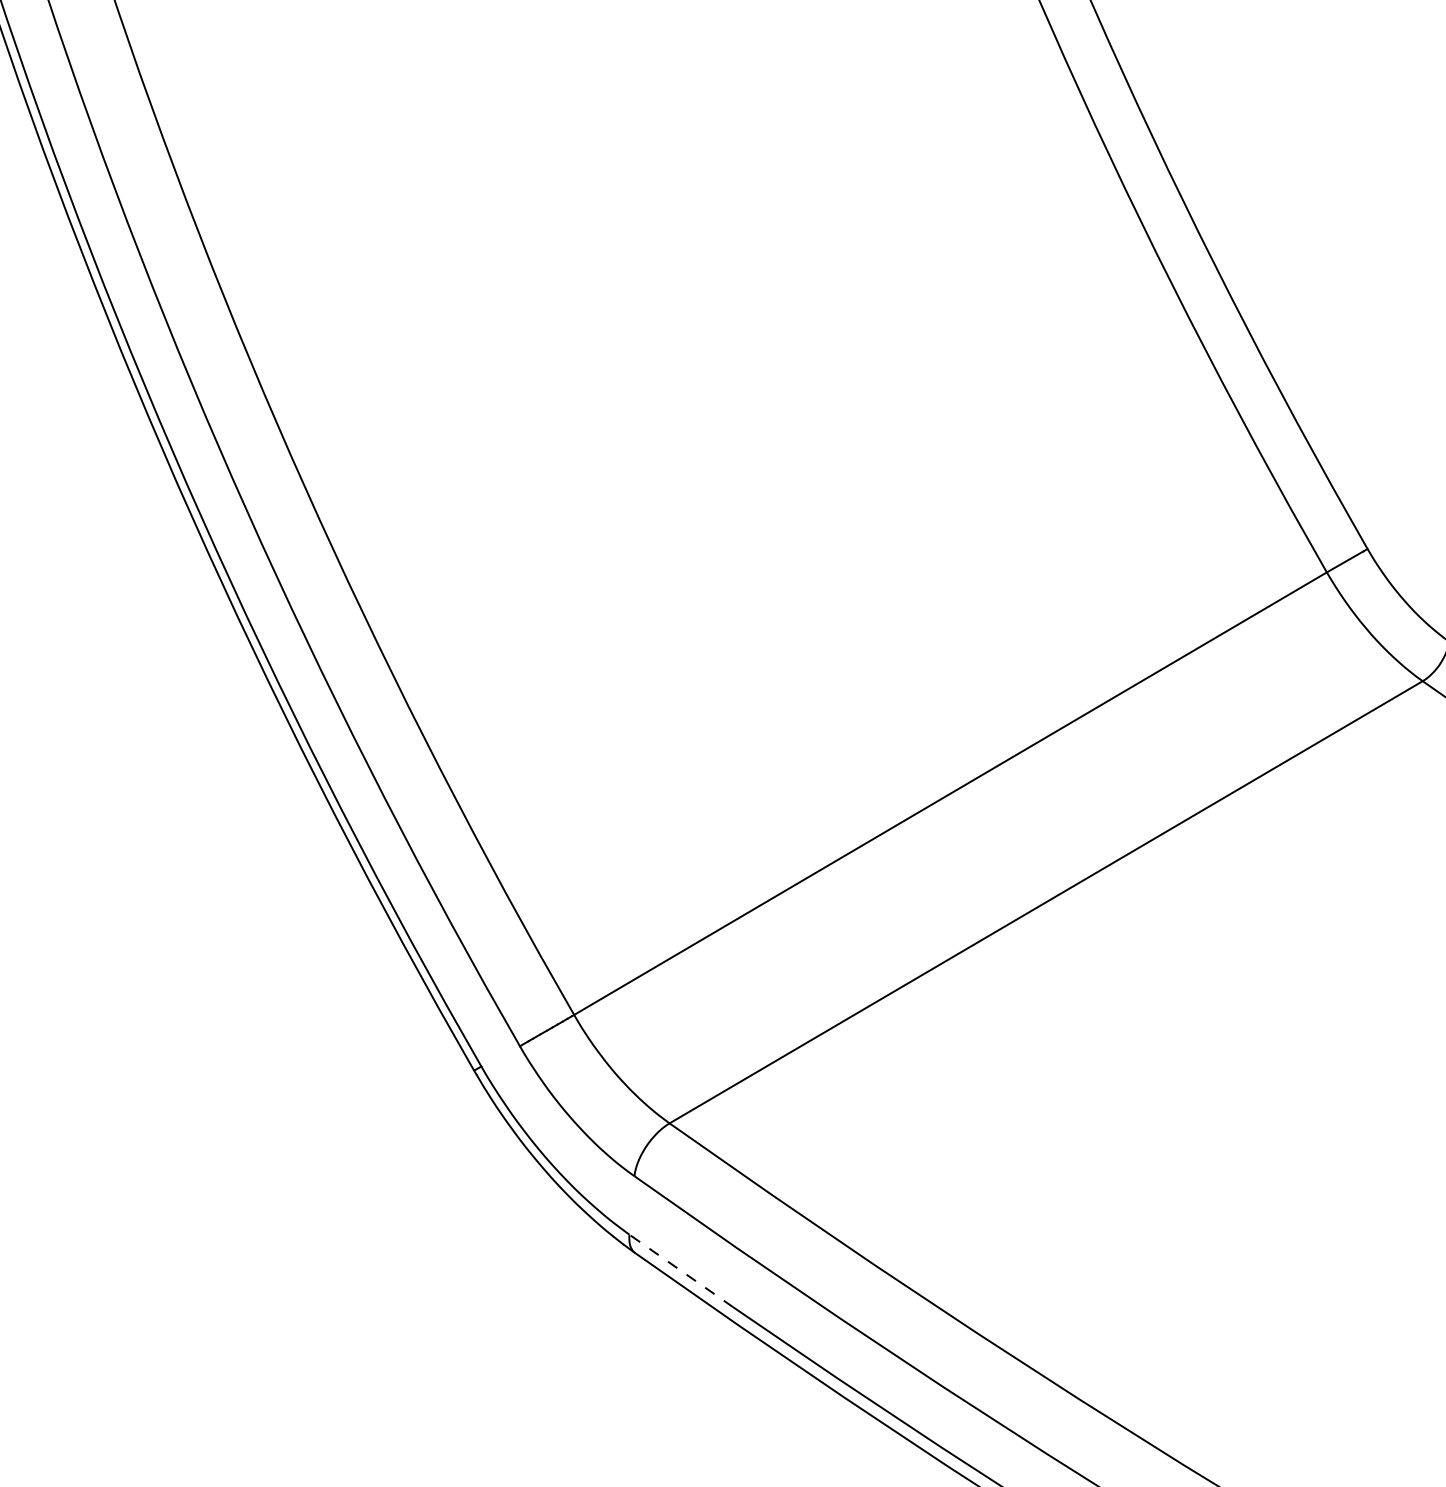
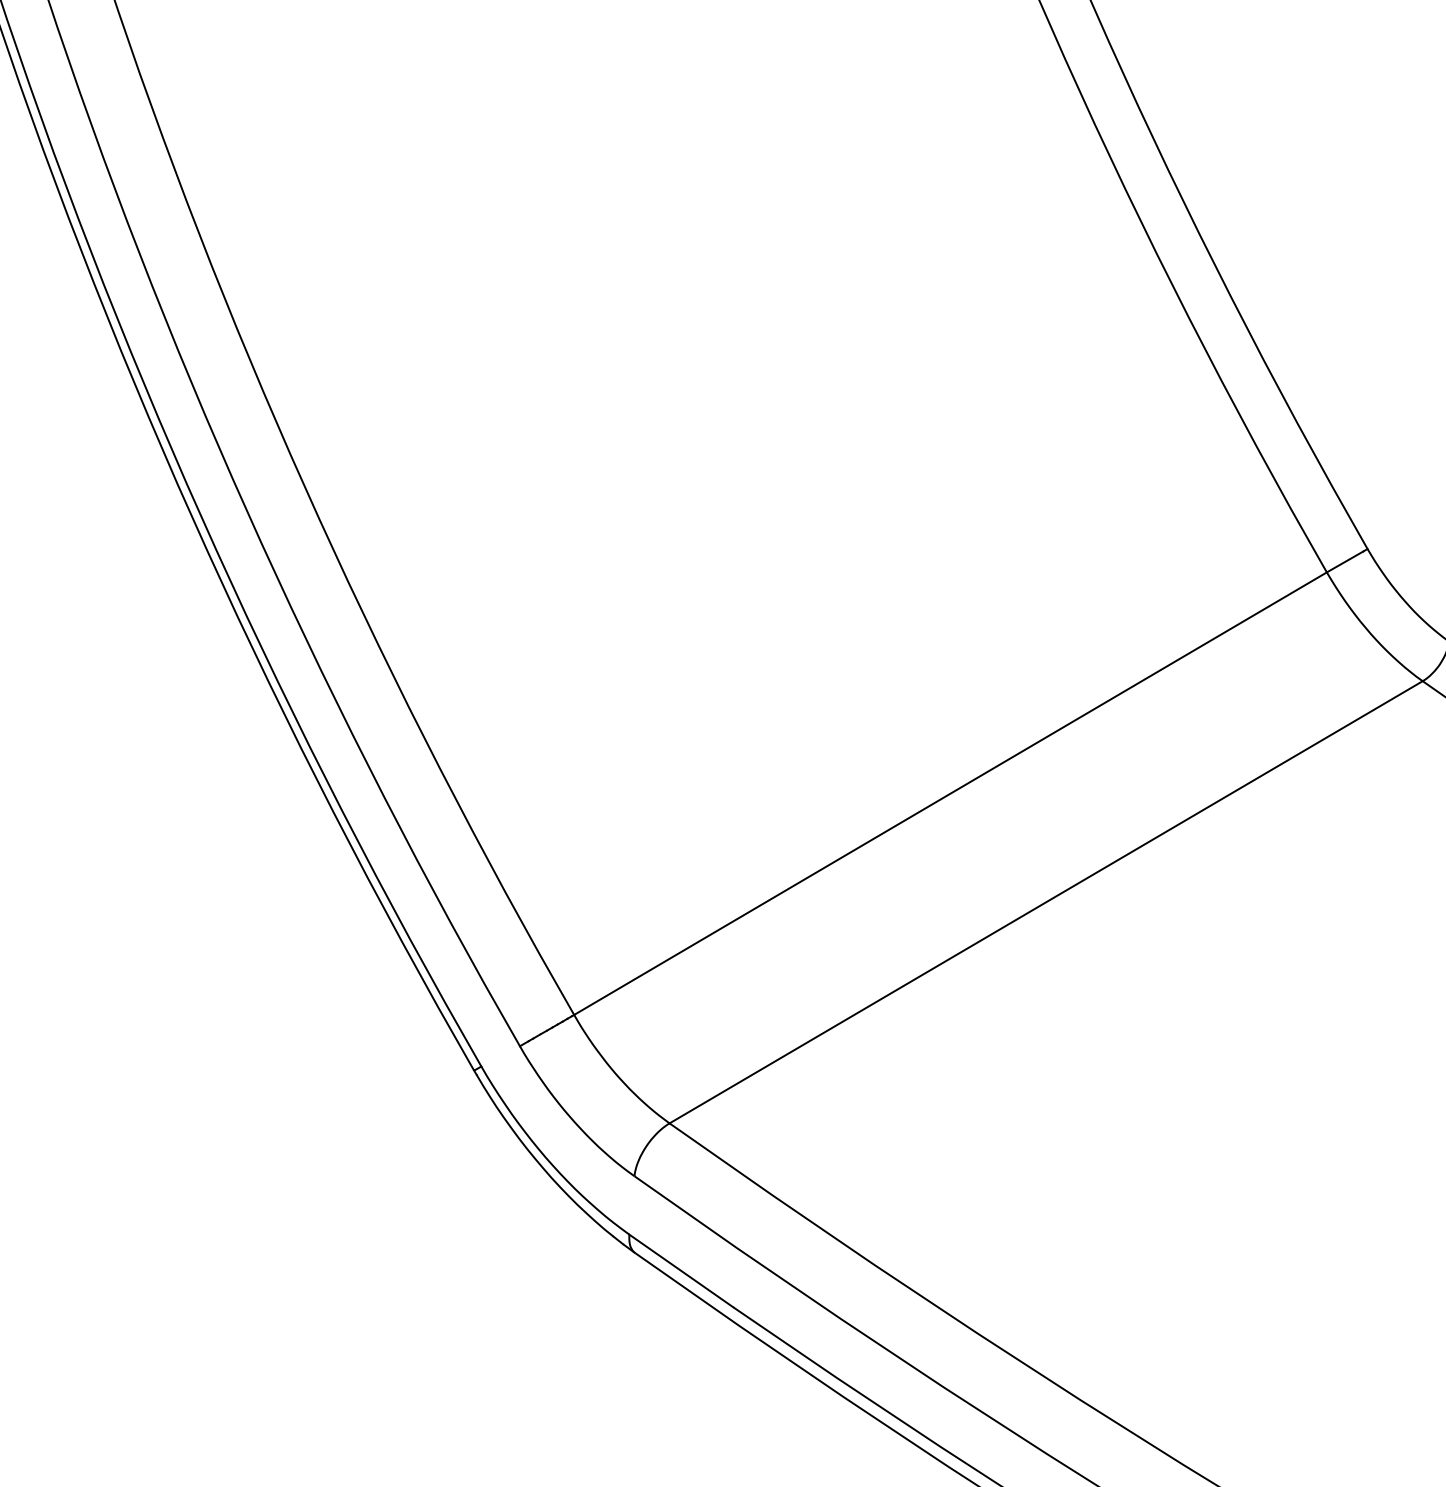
line at (680, 1270): dashed -> solid
